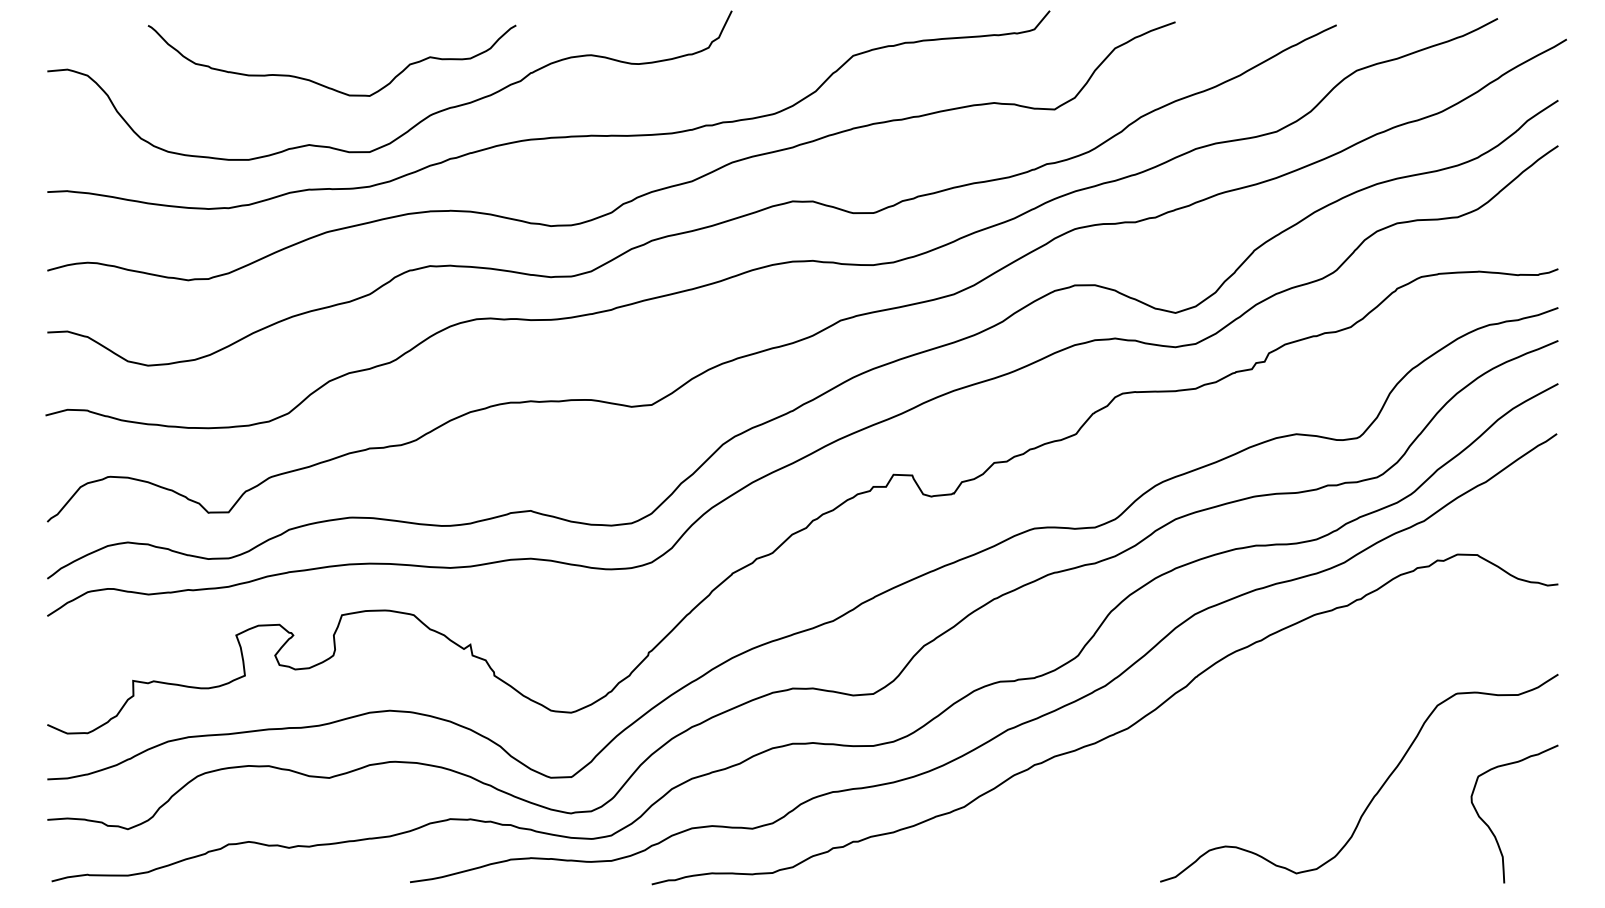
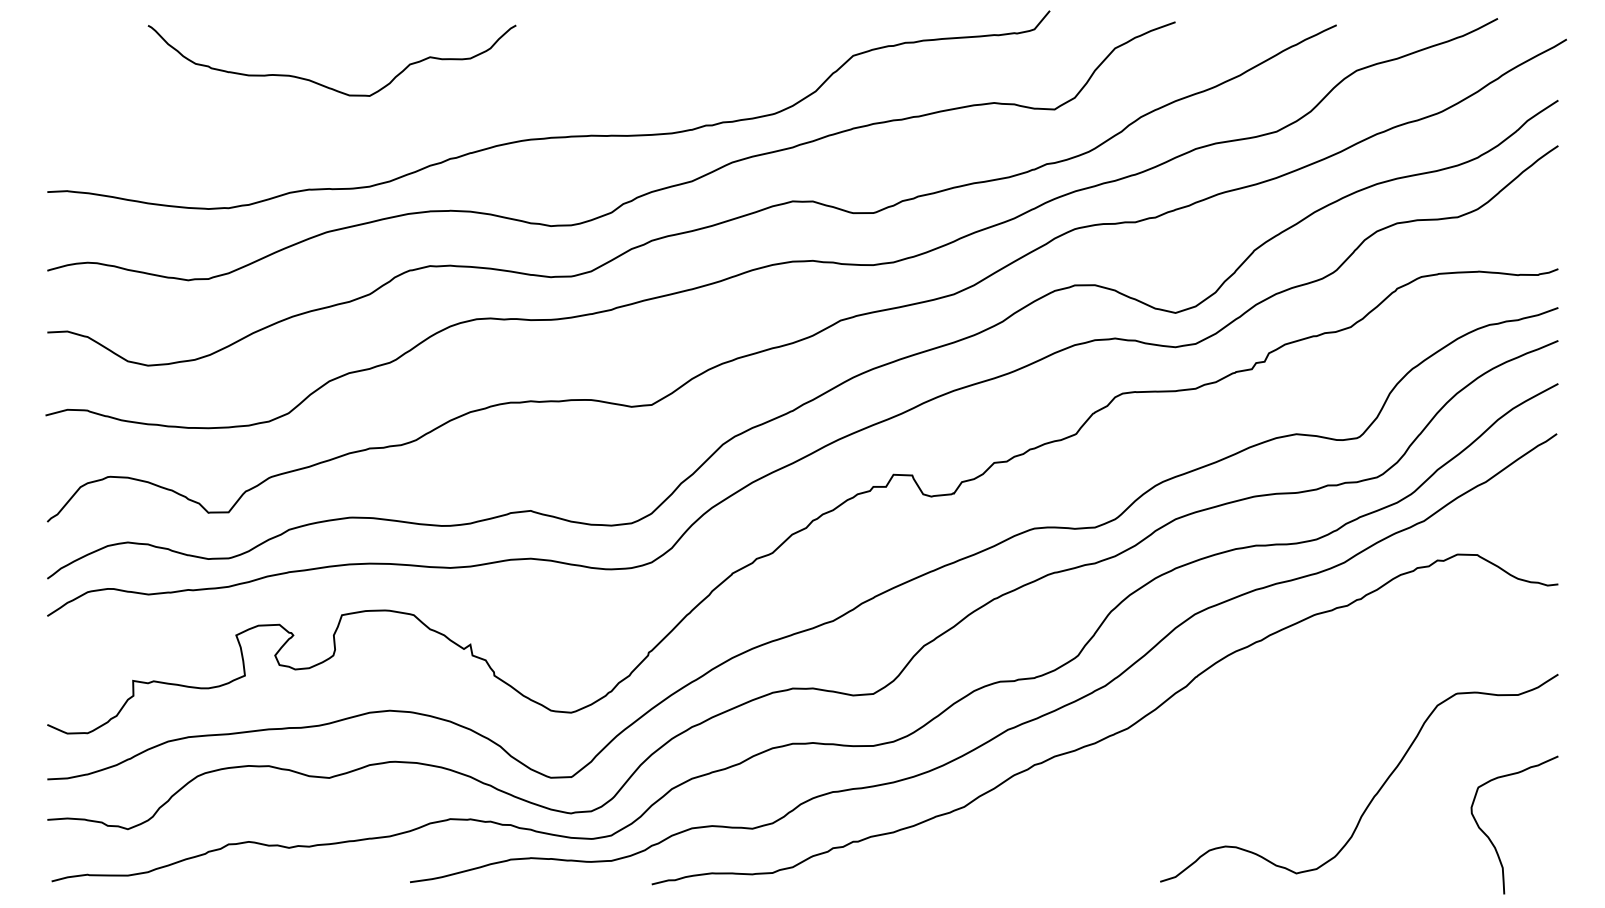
curve at (416, 123): present -> none
curve at (1490, 827) position: (1490, 827) -> (1490, 838)
